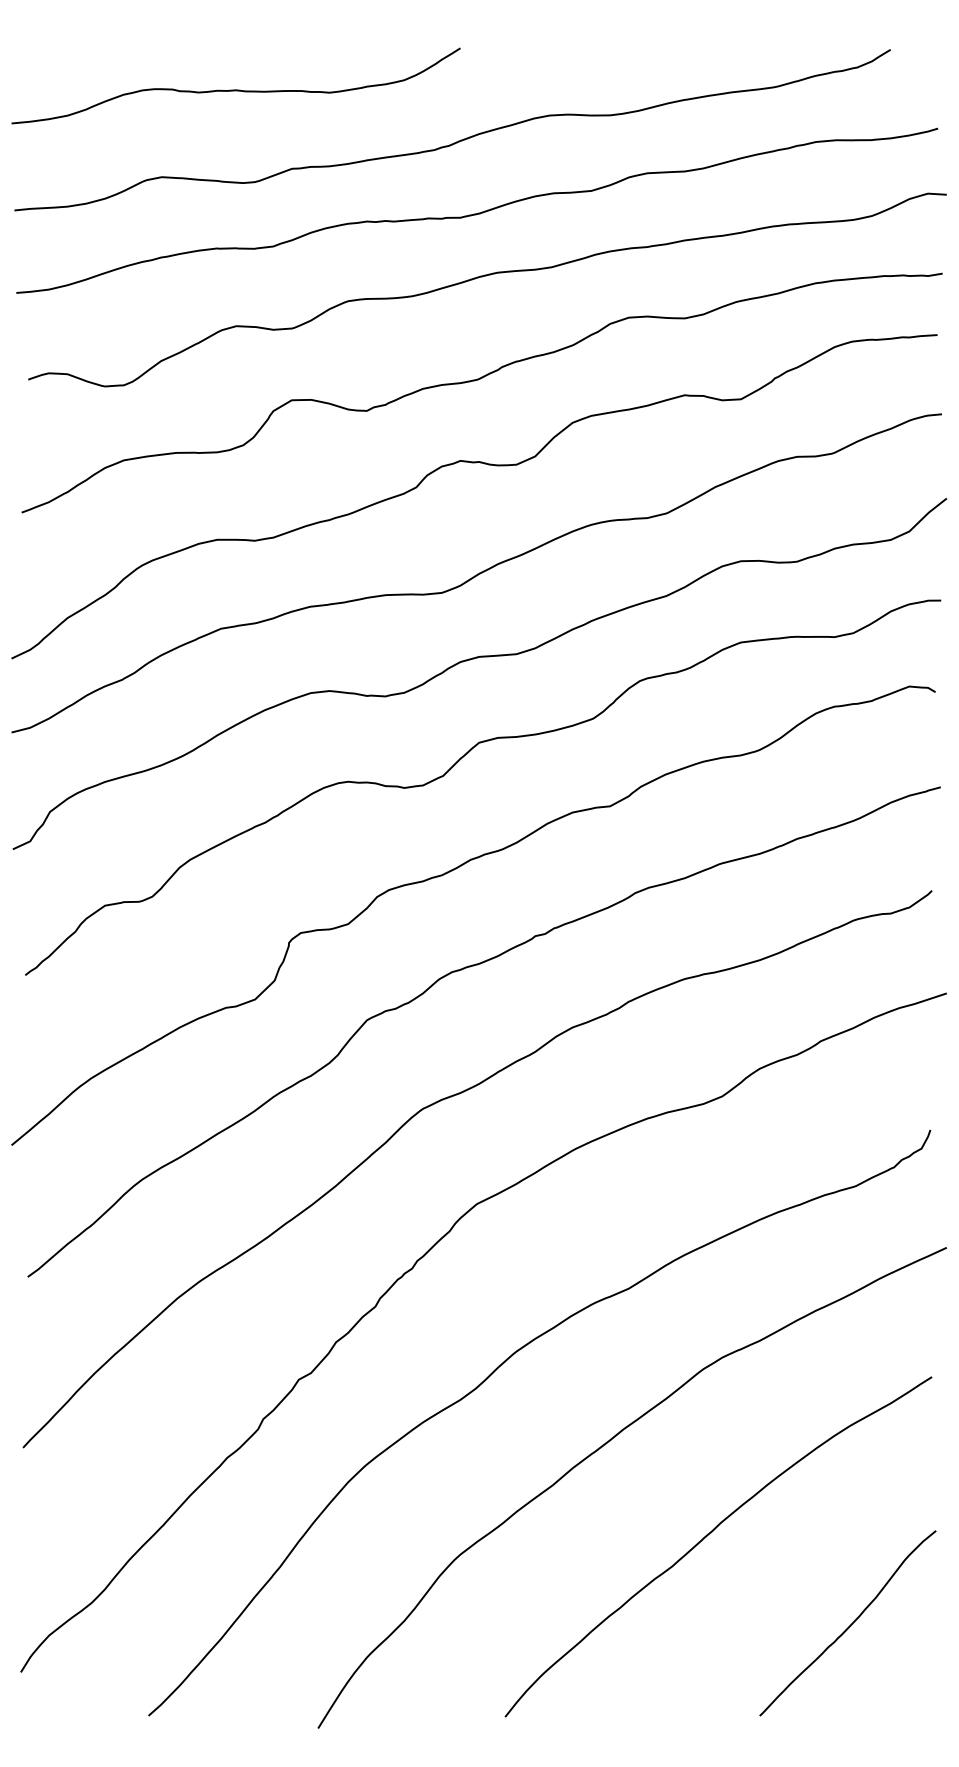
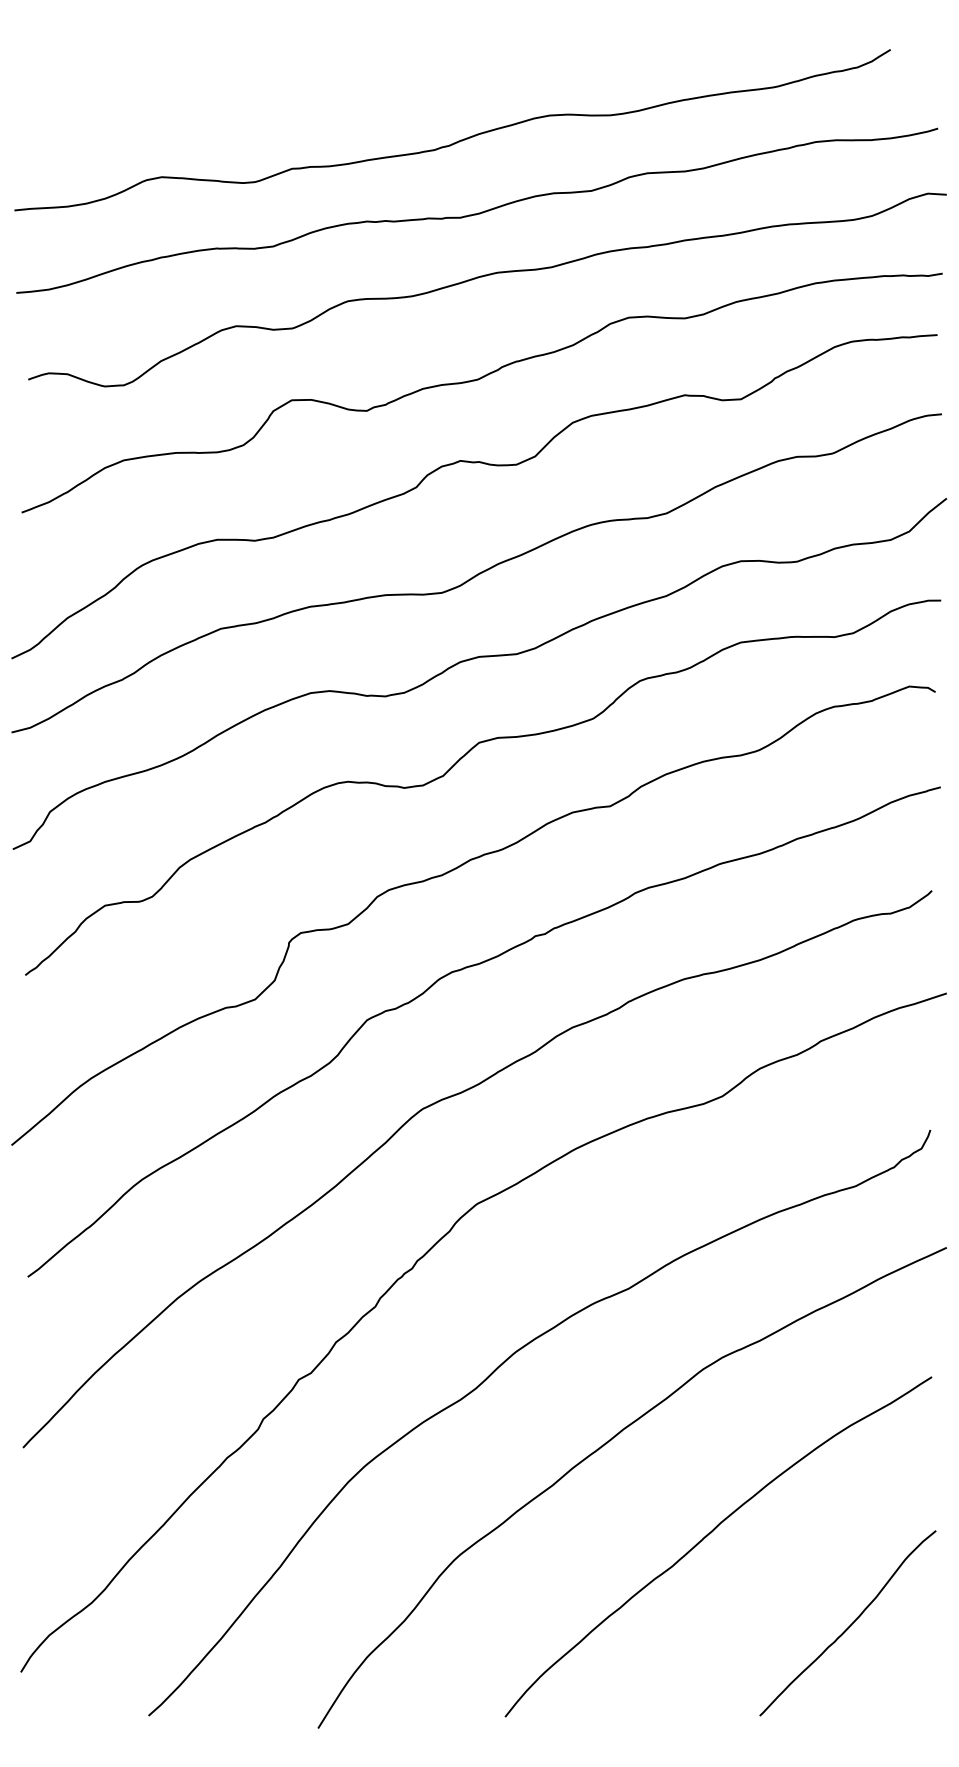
curve at (235, 89): present -> none
